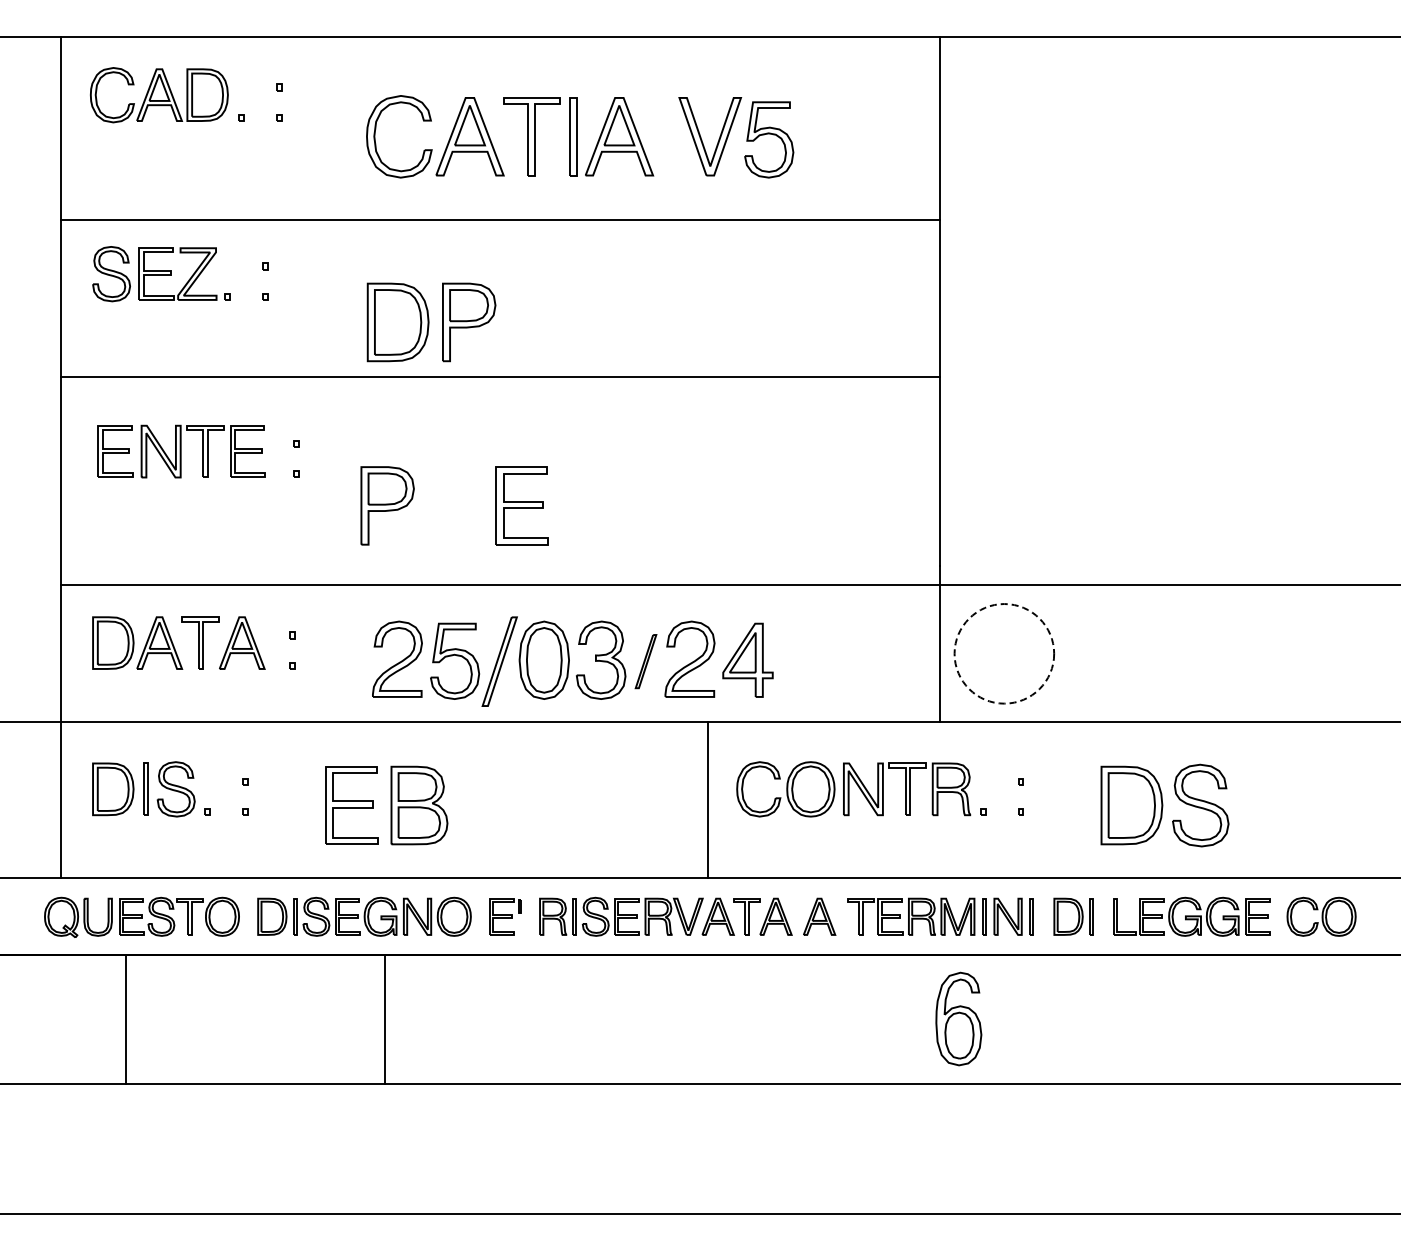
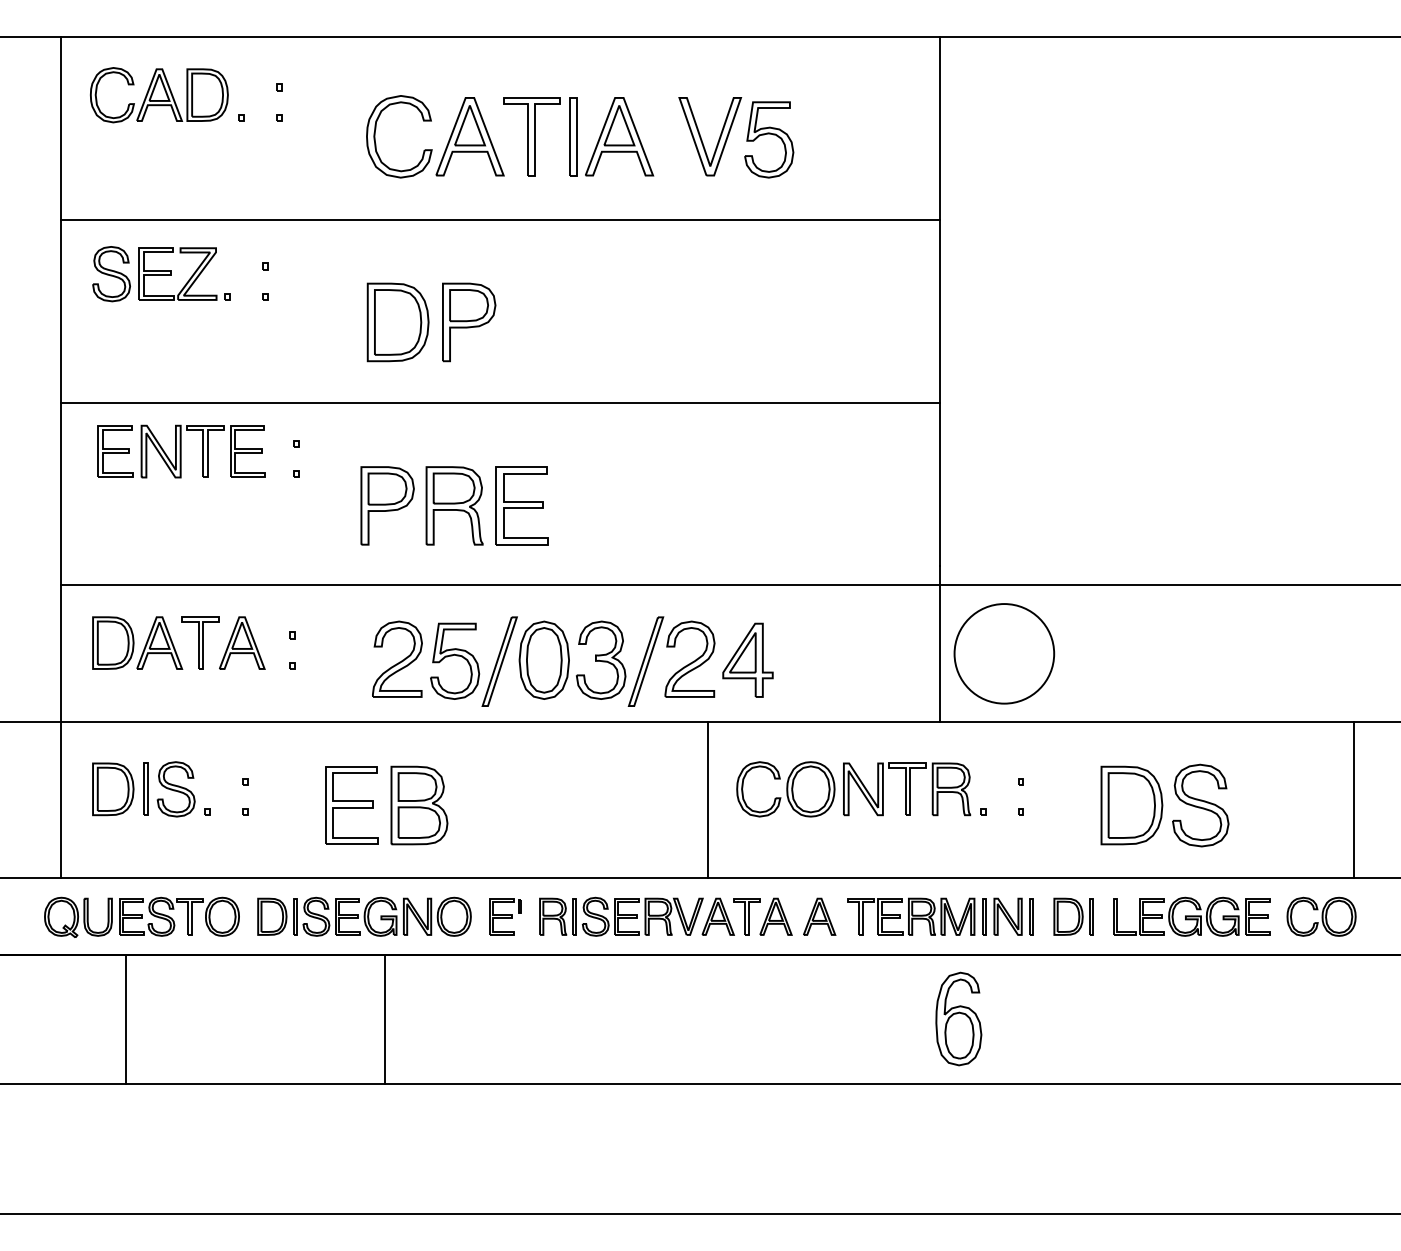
line at (500, 376) position: (500, 376) -> (500, 402)
part at (454, 505): none -> present
circle at (1004, 653): dashed -> solid
part at (645, 661) size: 24x56 px -> 38x91 px
line at (1354, 799): none -> present
